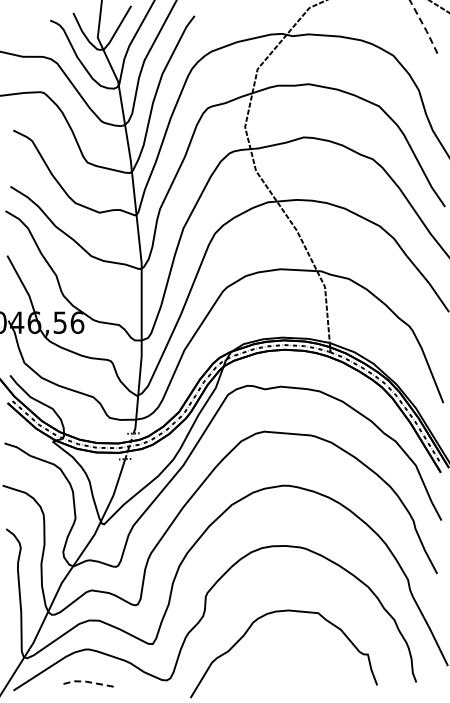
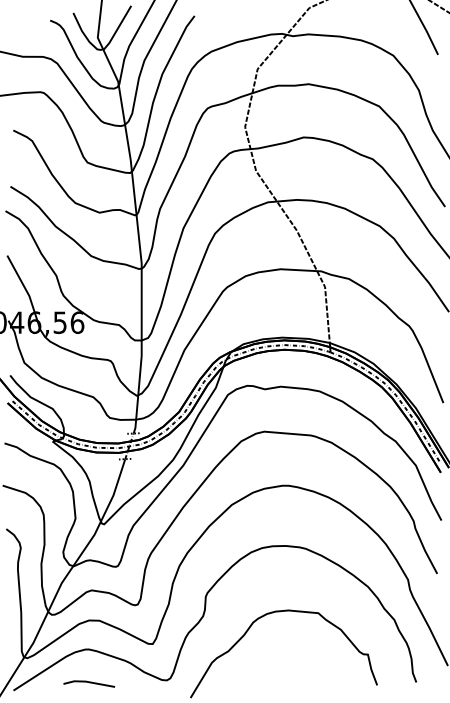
line at (425, 28): dashed -> solid
line at (87, 681): dashed -> solid
